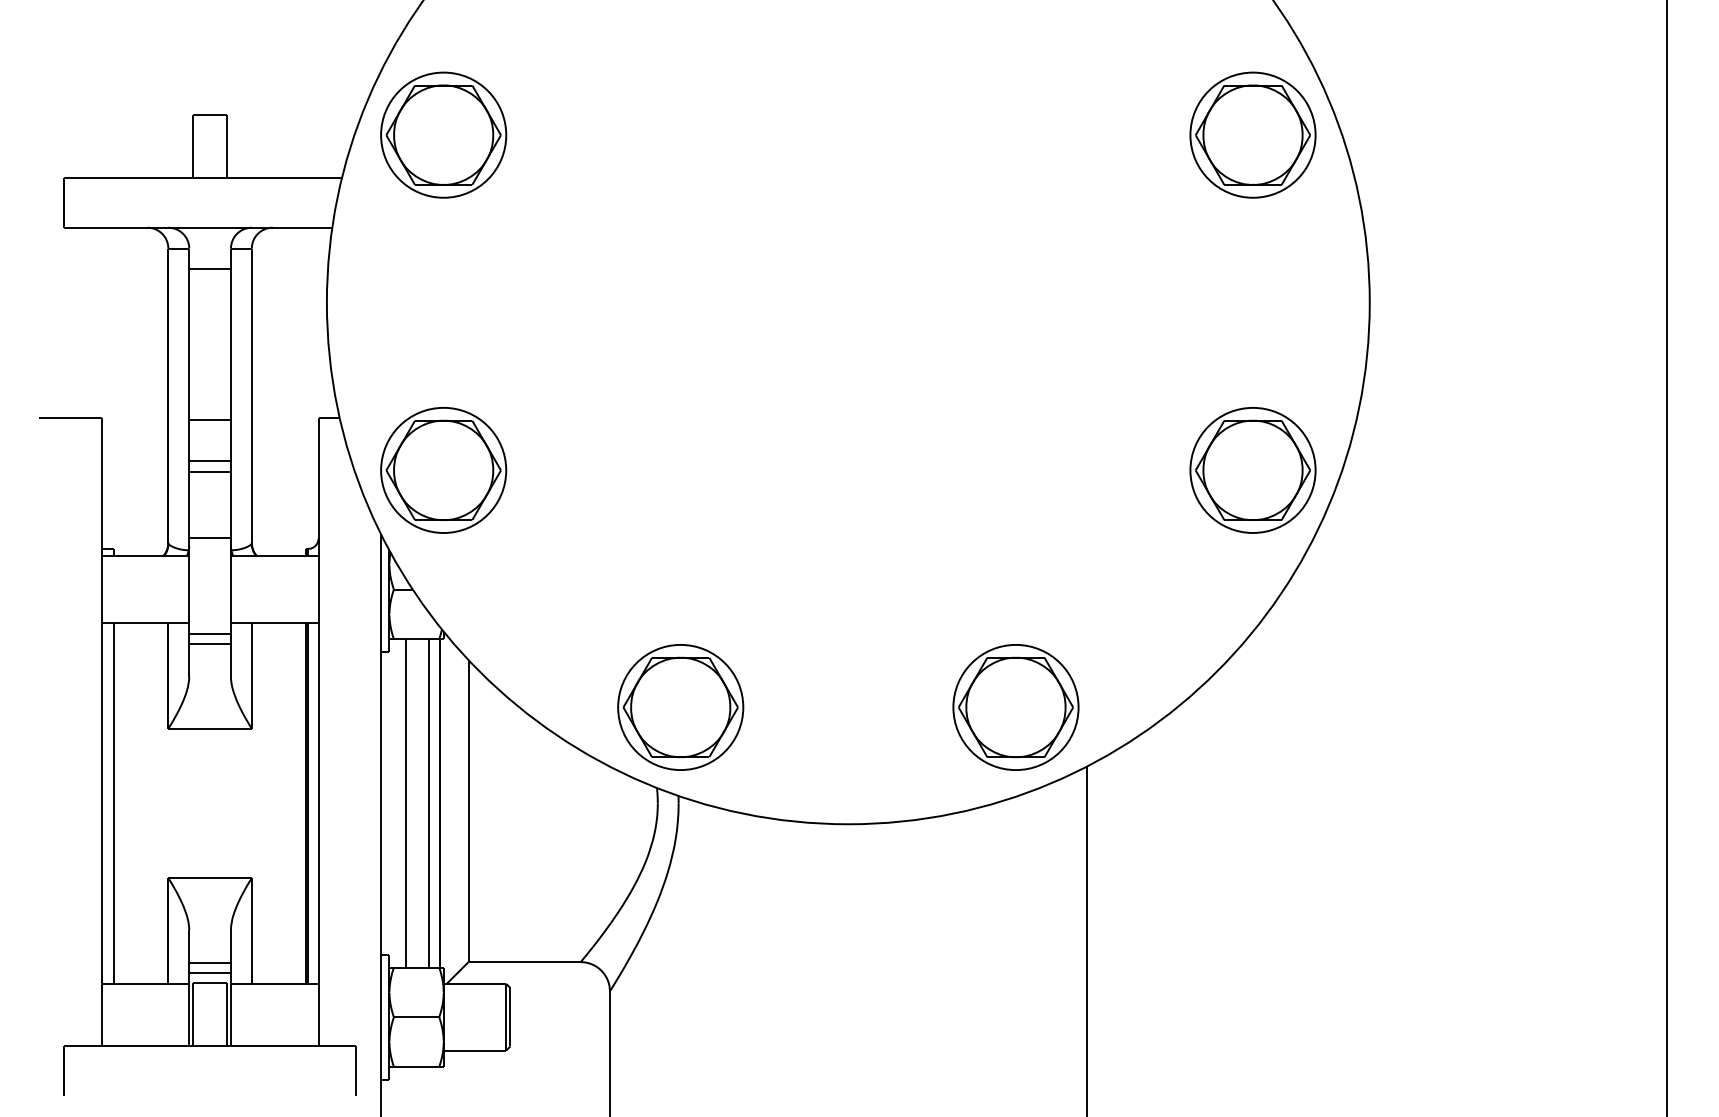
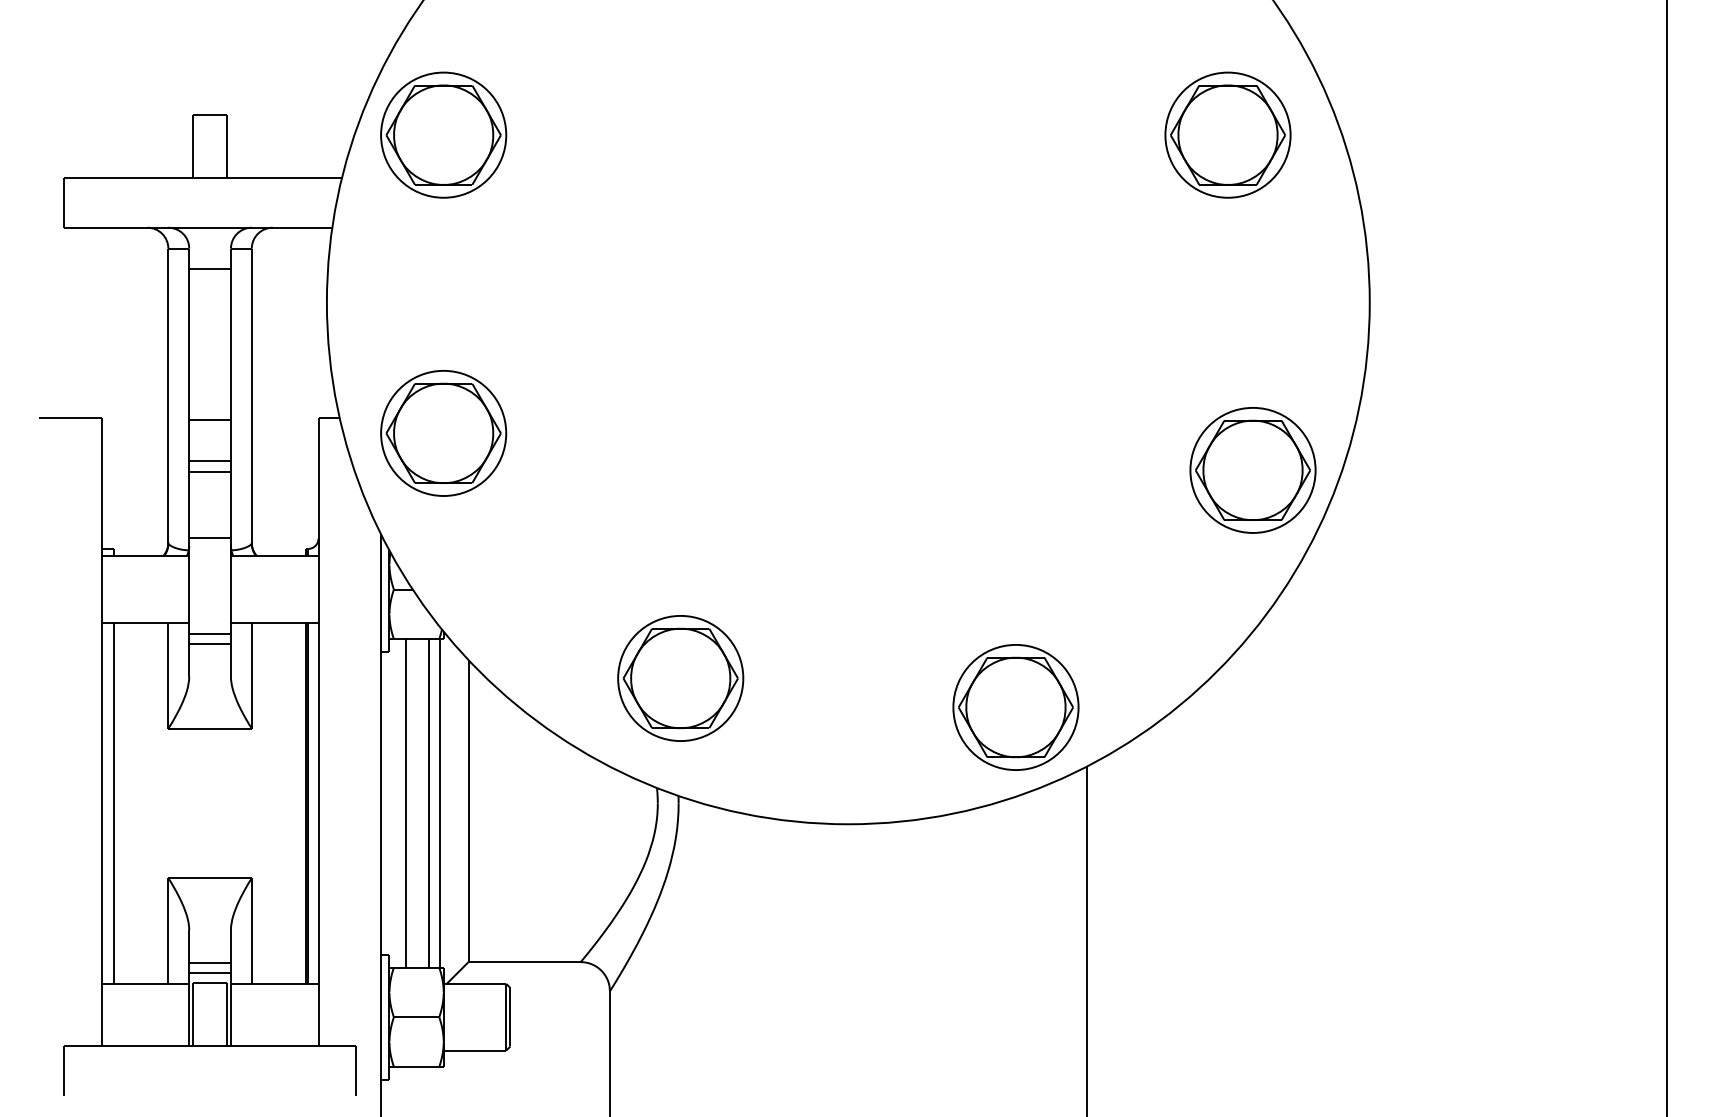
part at (1252, 134) position: (1252, 134) -> (1227, 134)
part at (443, 470) position: (443, 470) -> (443, 433)
part at (680, 707) position: (680, 707) -> (680, 678)
